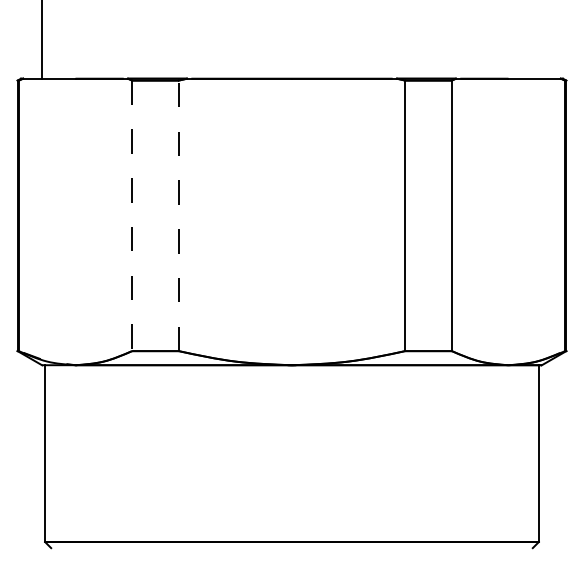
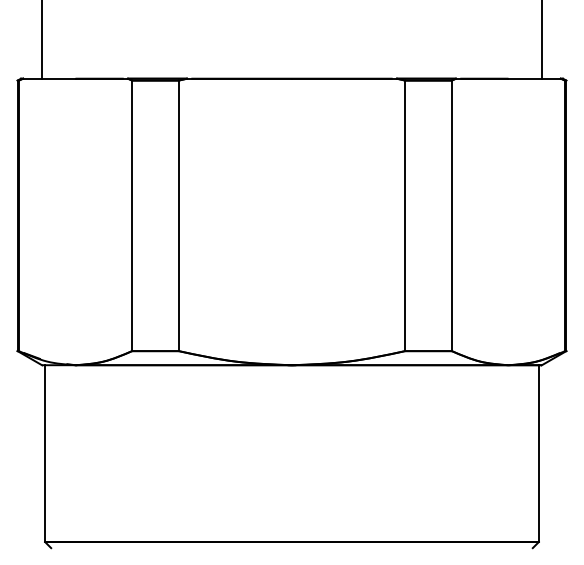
line at (541, 40): none -> present
line at (178, 215): dashed -> solid
line at (132, 216): dashed -> solid
